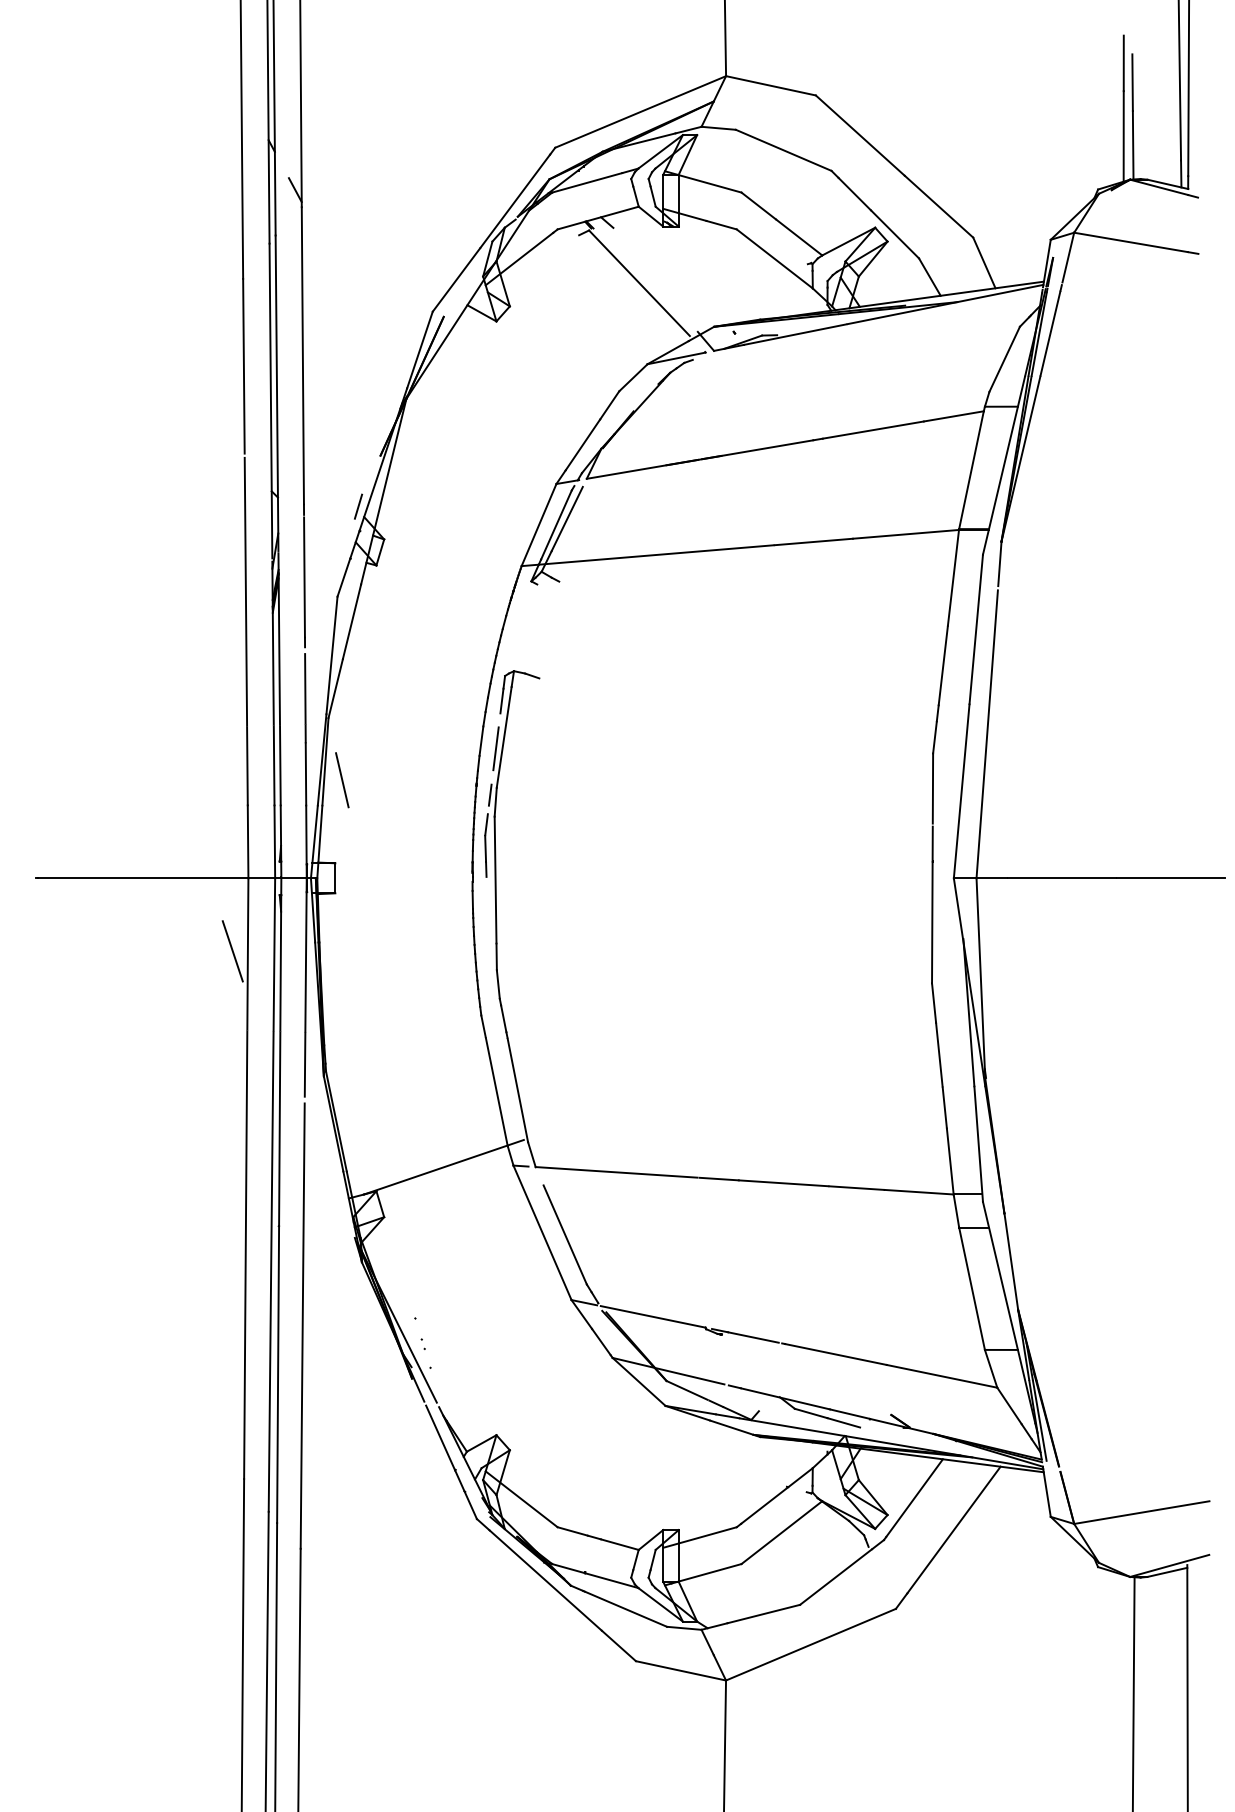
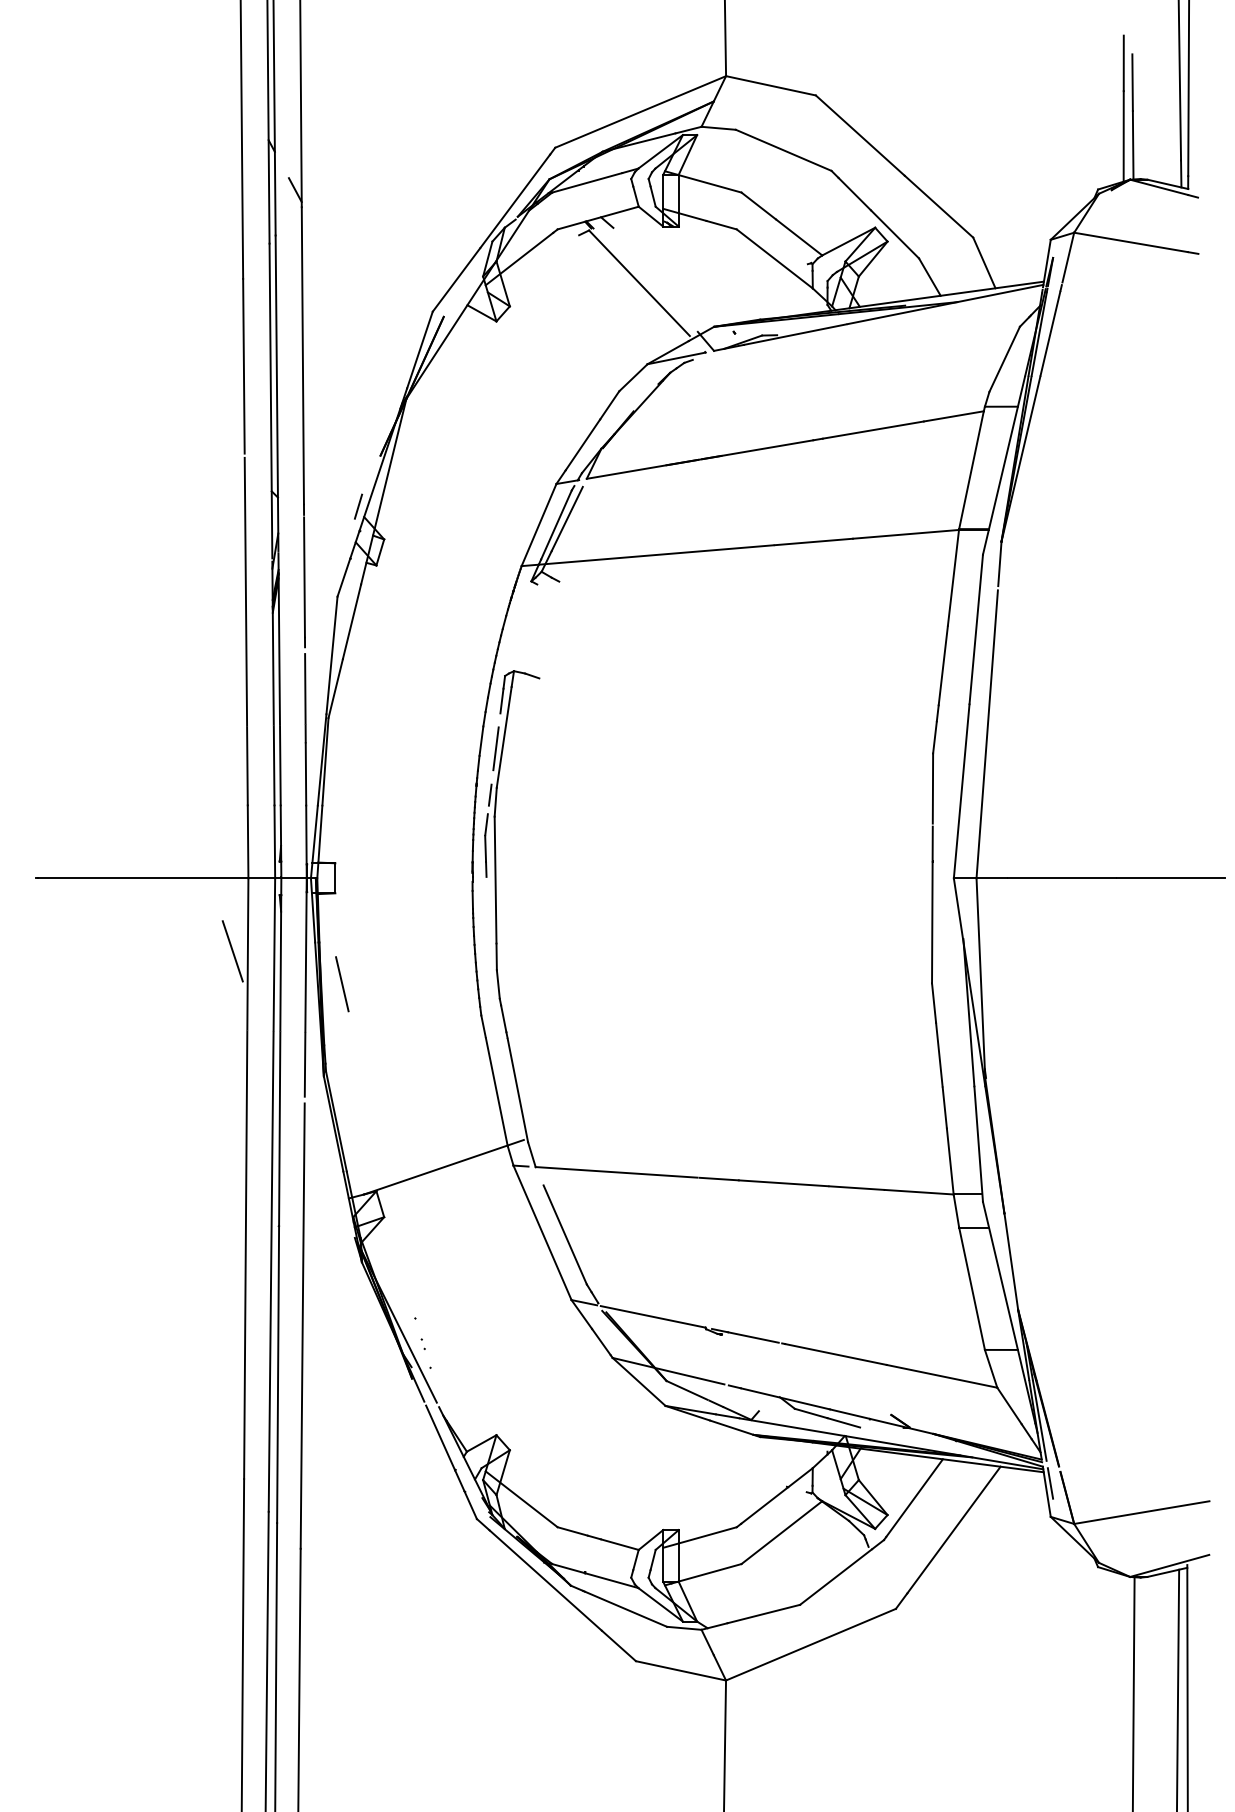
line at (342, 780) position: (342, 780) -> (342, 984)
line at (1050, 1483): none -> present
line at (1178, 1688): none -> present
